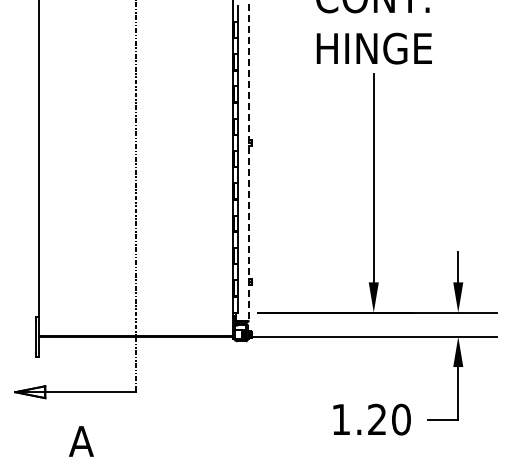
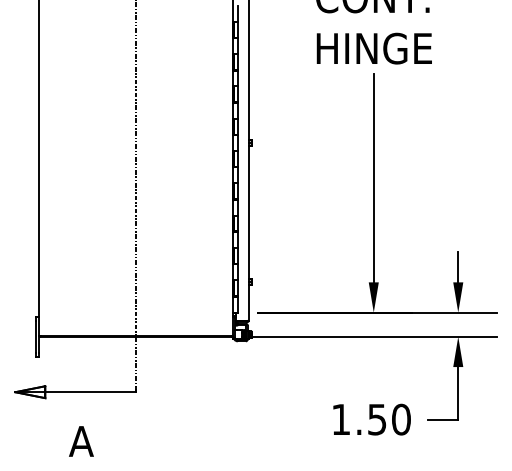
line at (248, 160): dashed -> solid
text at (377, 419): 1.20 -> 1.50
